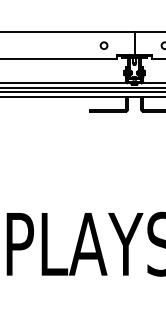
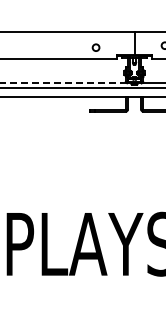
circle at (103, 45) position: (103, 45) -> (95, 47)
line at (64, 83): solid -> dashed
line at (82, 91): present -> none
